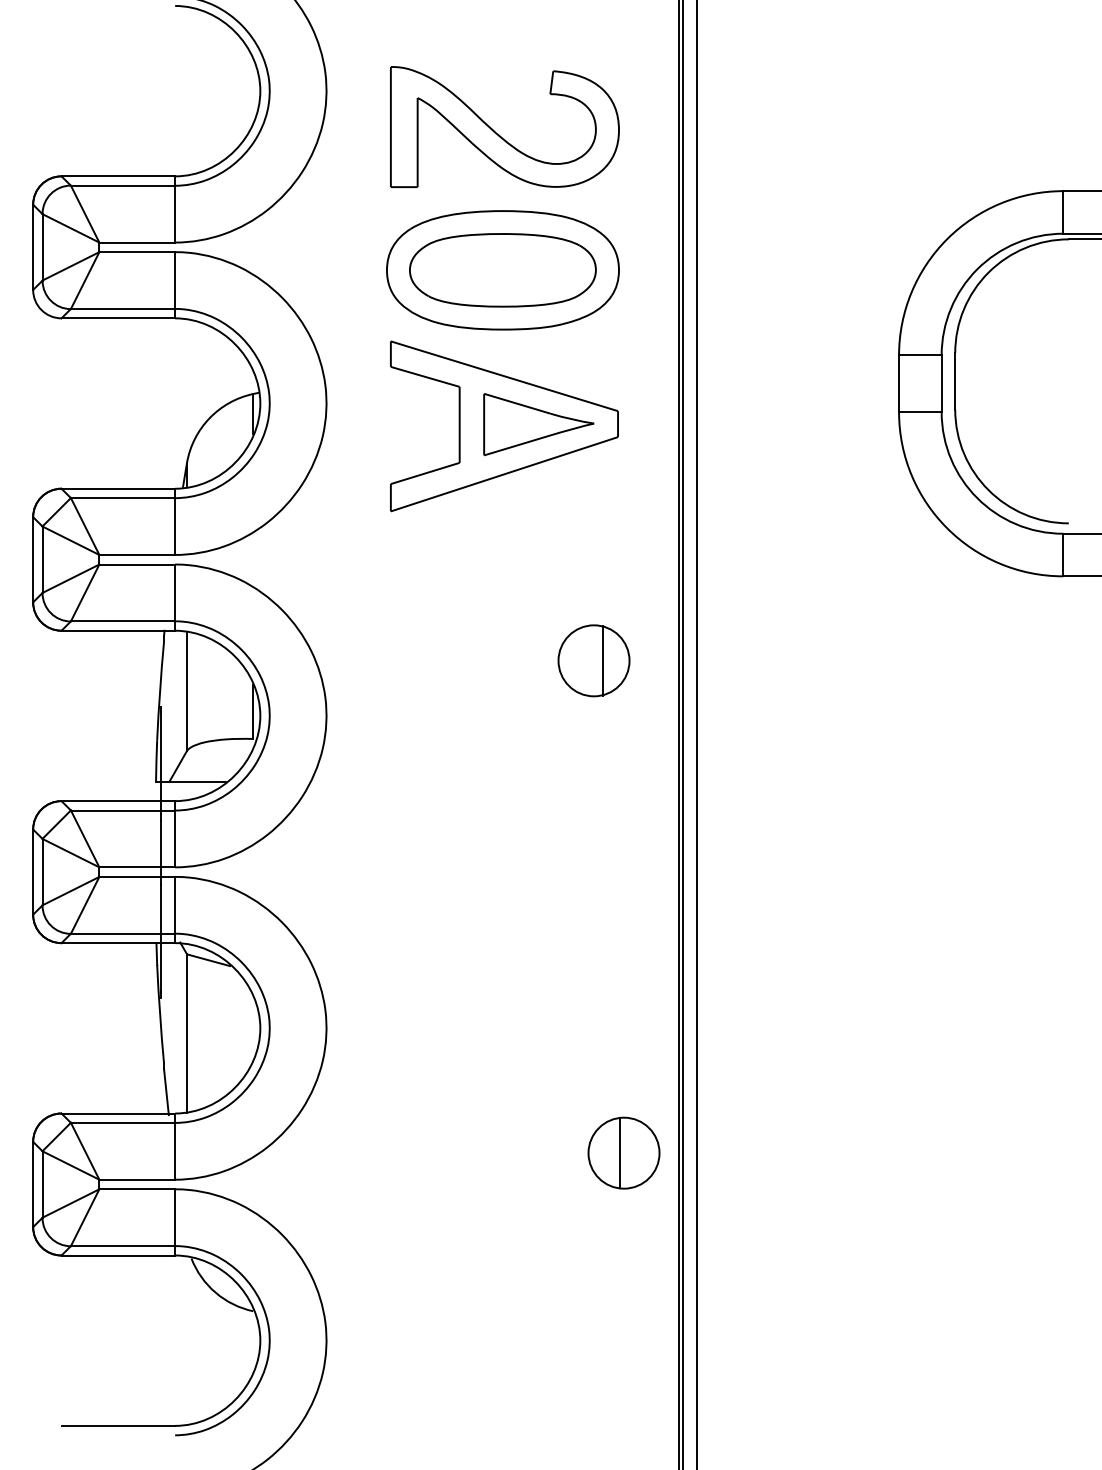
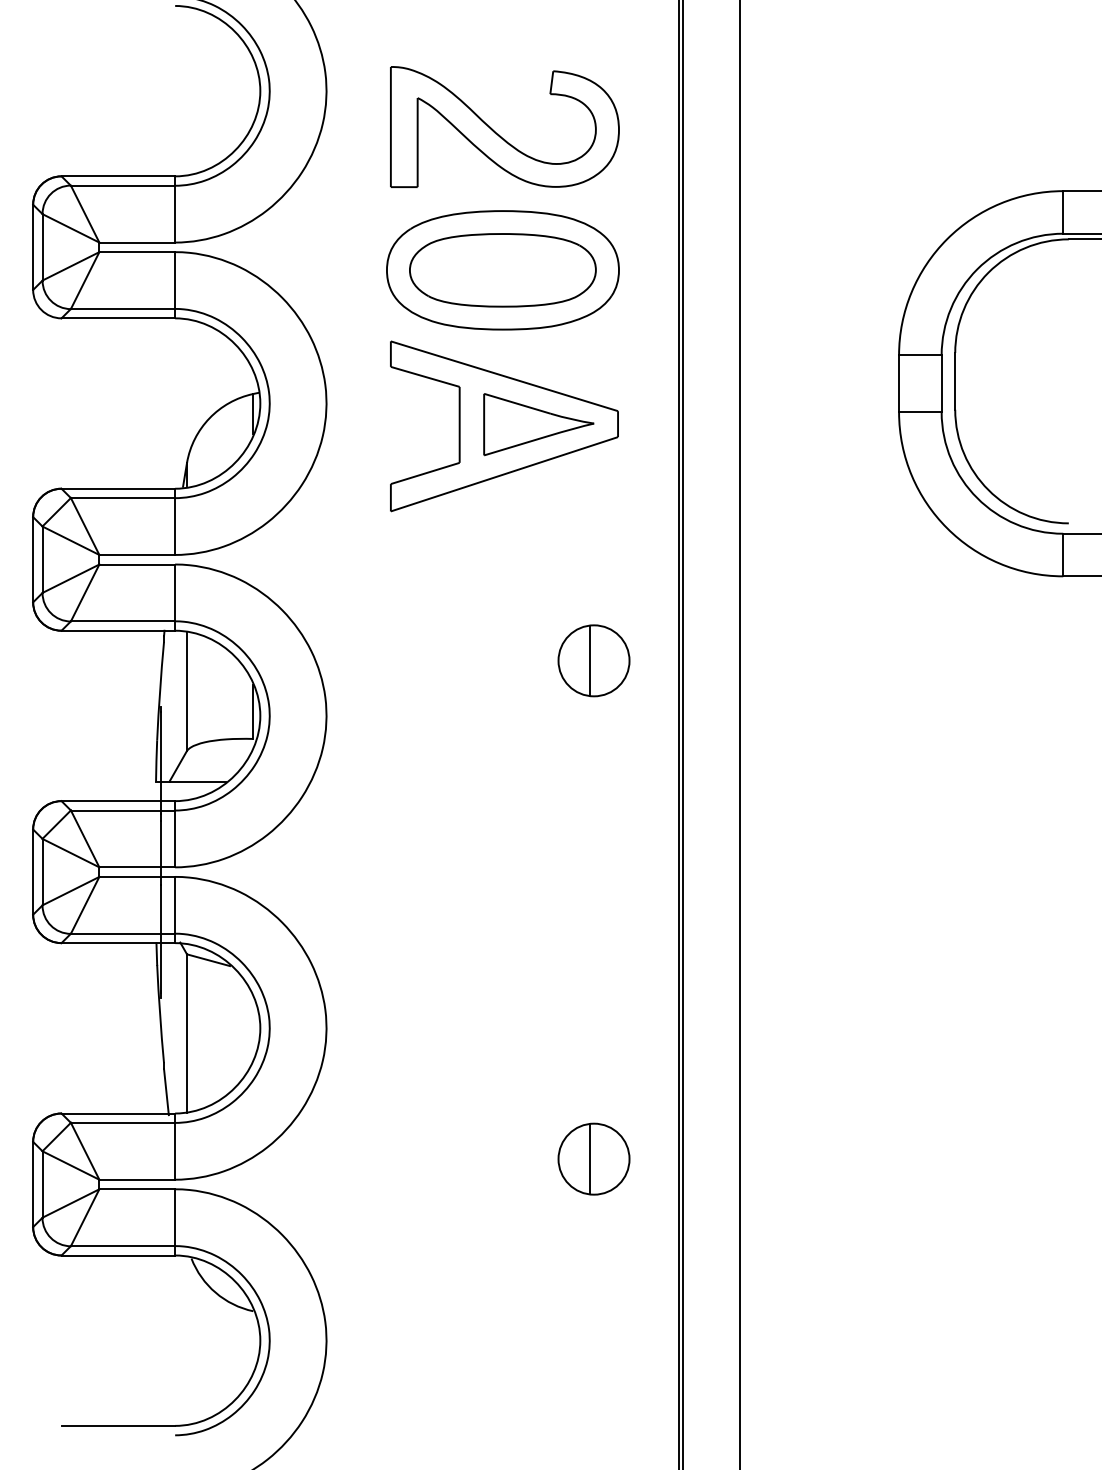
line at (602, 660) position: (602, 660) -> (589, 660)
line at (697, 734) position: (697, 734) -> (740, 734)
part at (623, 1152) position: (623, 1152) -> (593, 1158)
